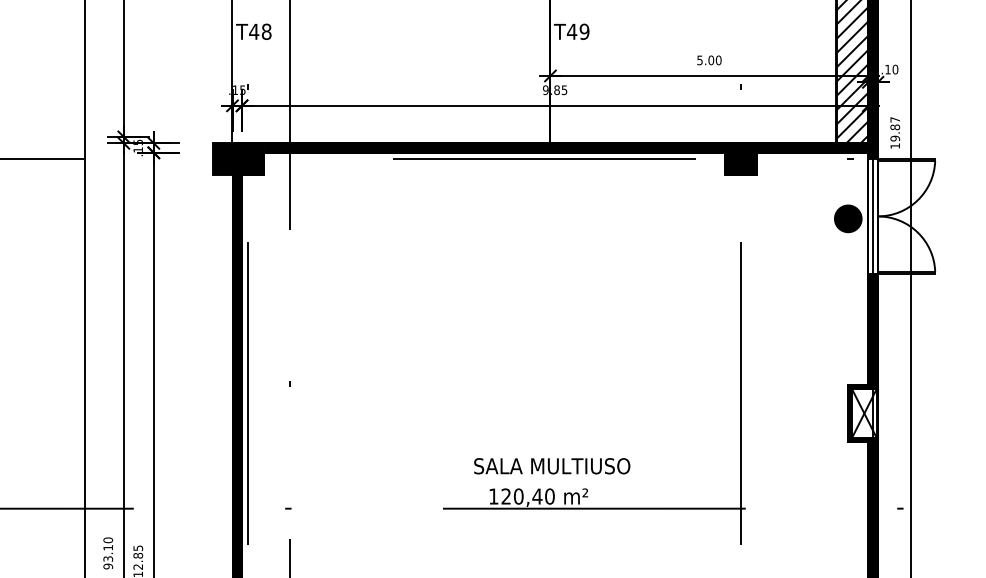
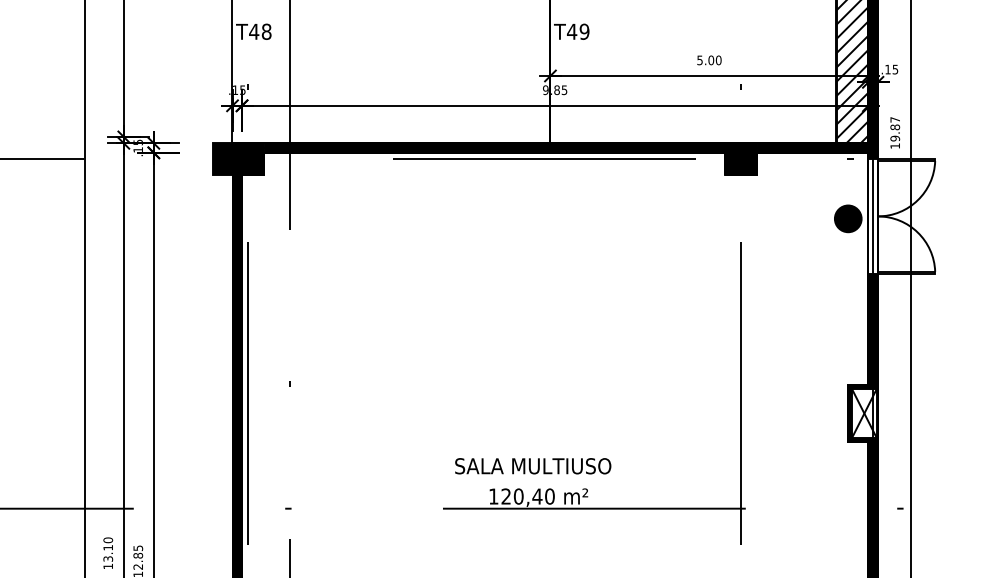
text at (895, 69): .10 -> .15
text at (552, 466) position: (552, 466) -> (533, 466)
text at (108, 566): 93.10 -> 13.10
